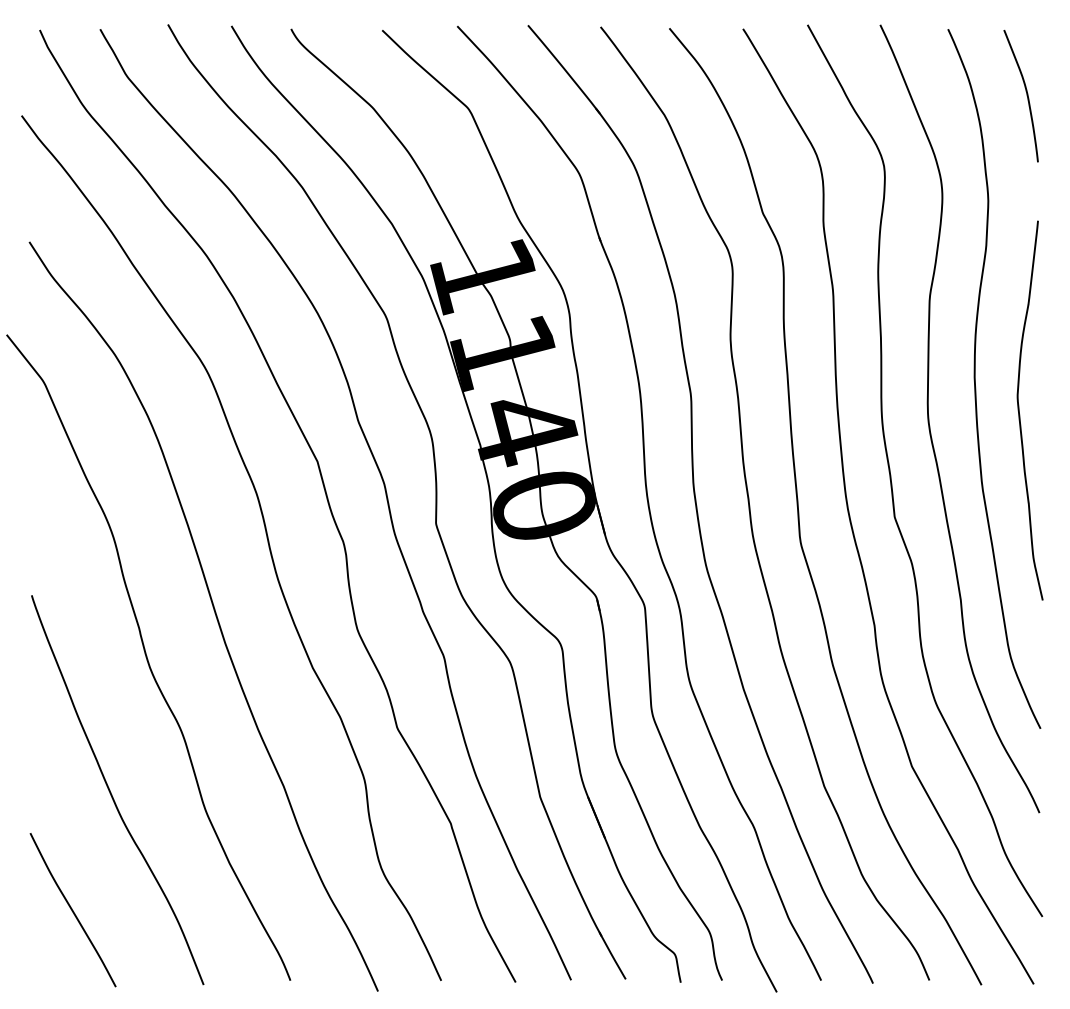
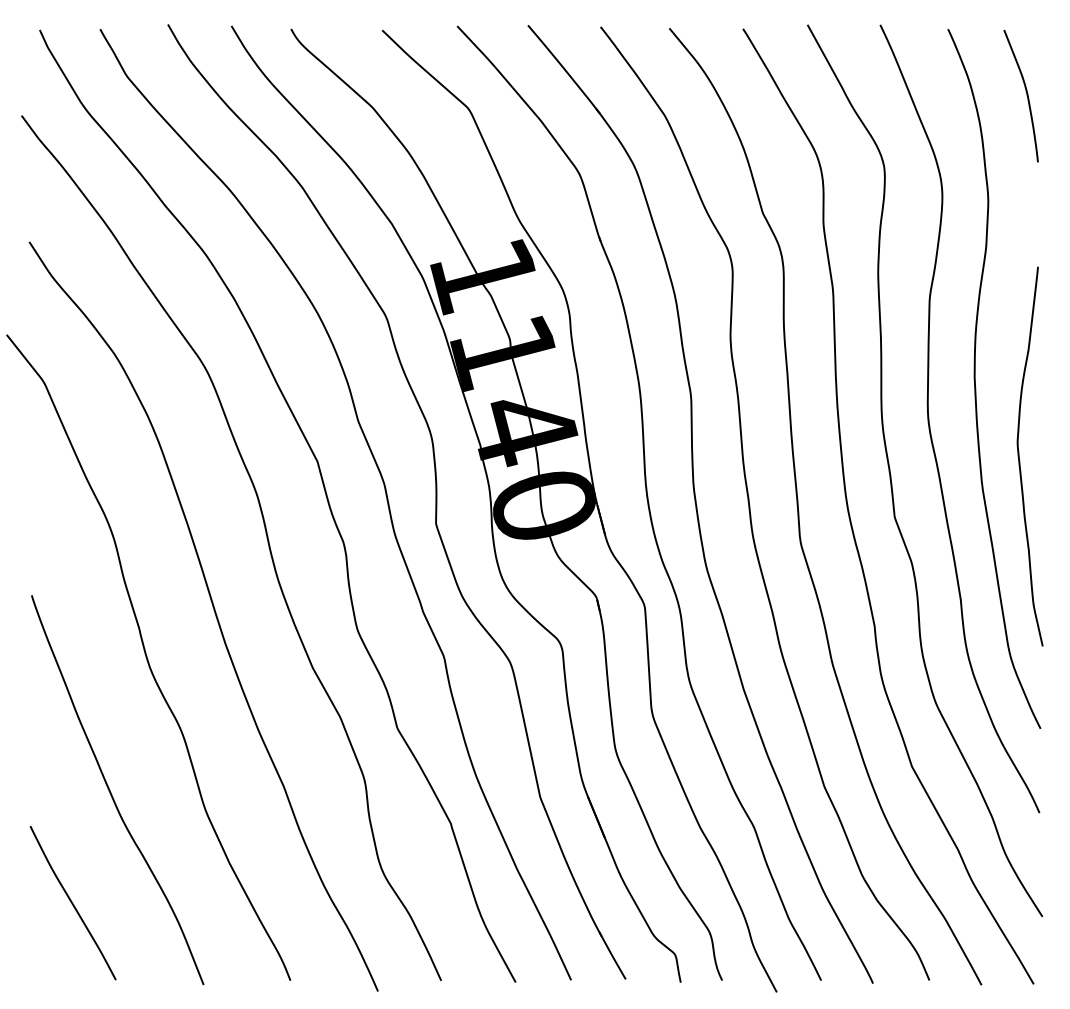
curve at (1020, 414) position: (1020, 414) -> (1020, 460)
curve at (72, 910) position: (72, 910) -> (72, 903)
